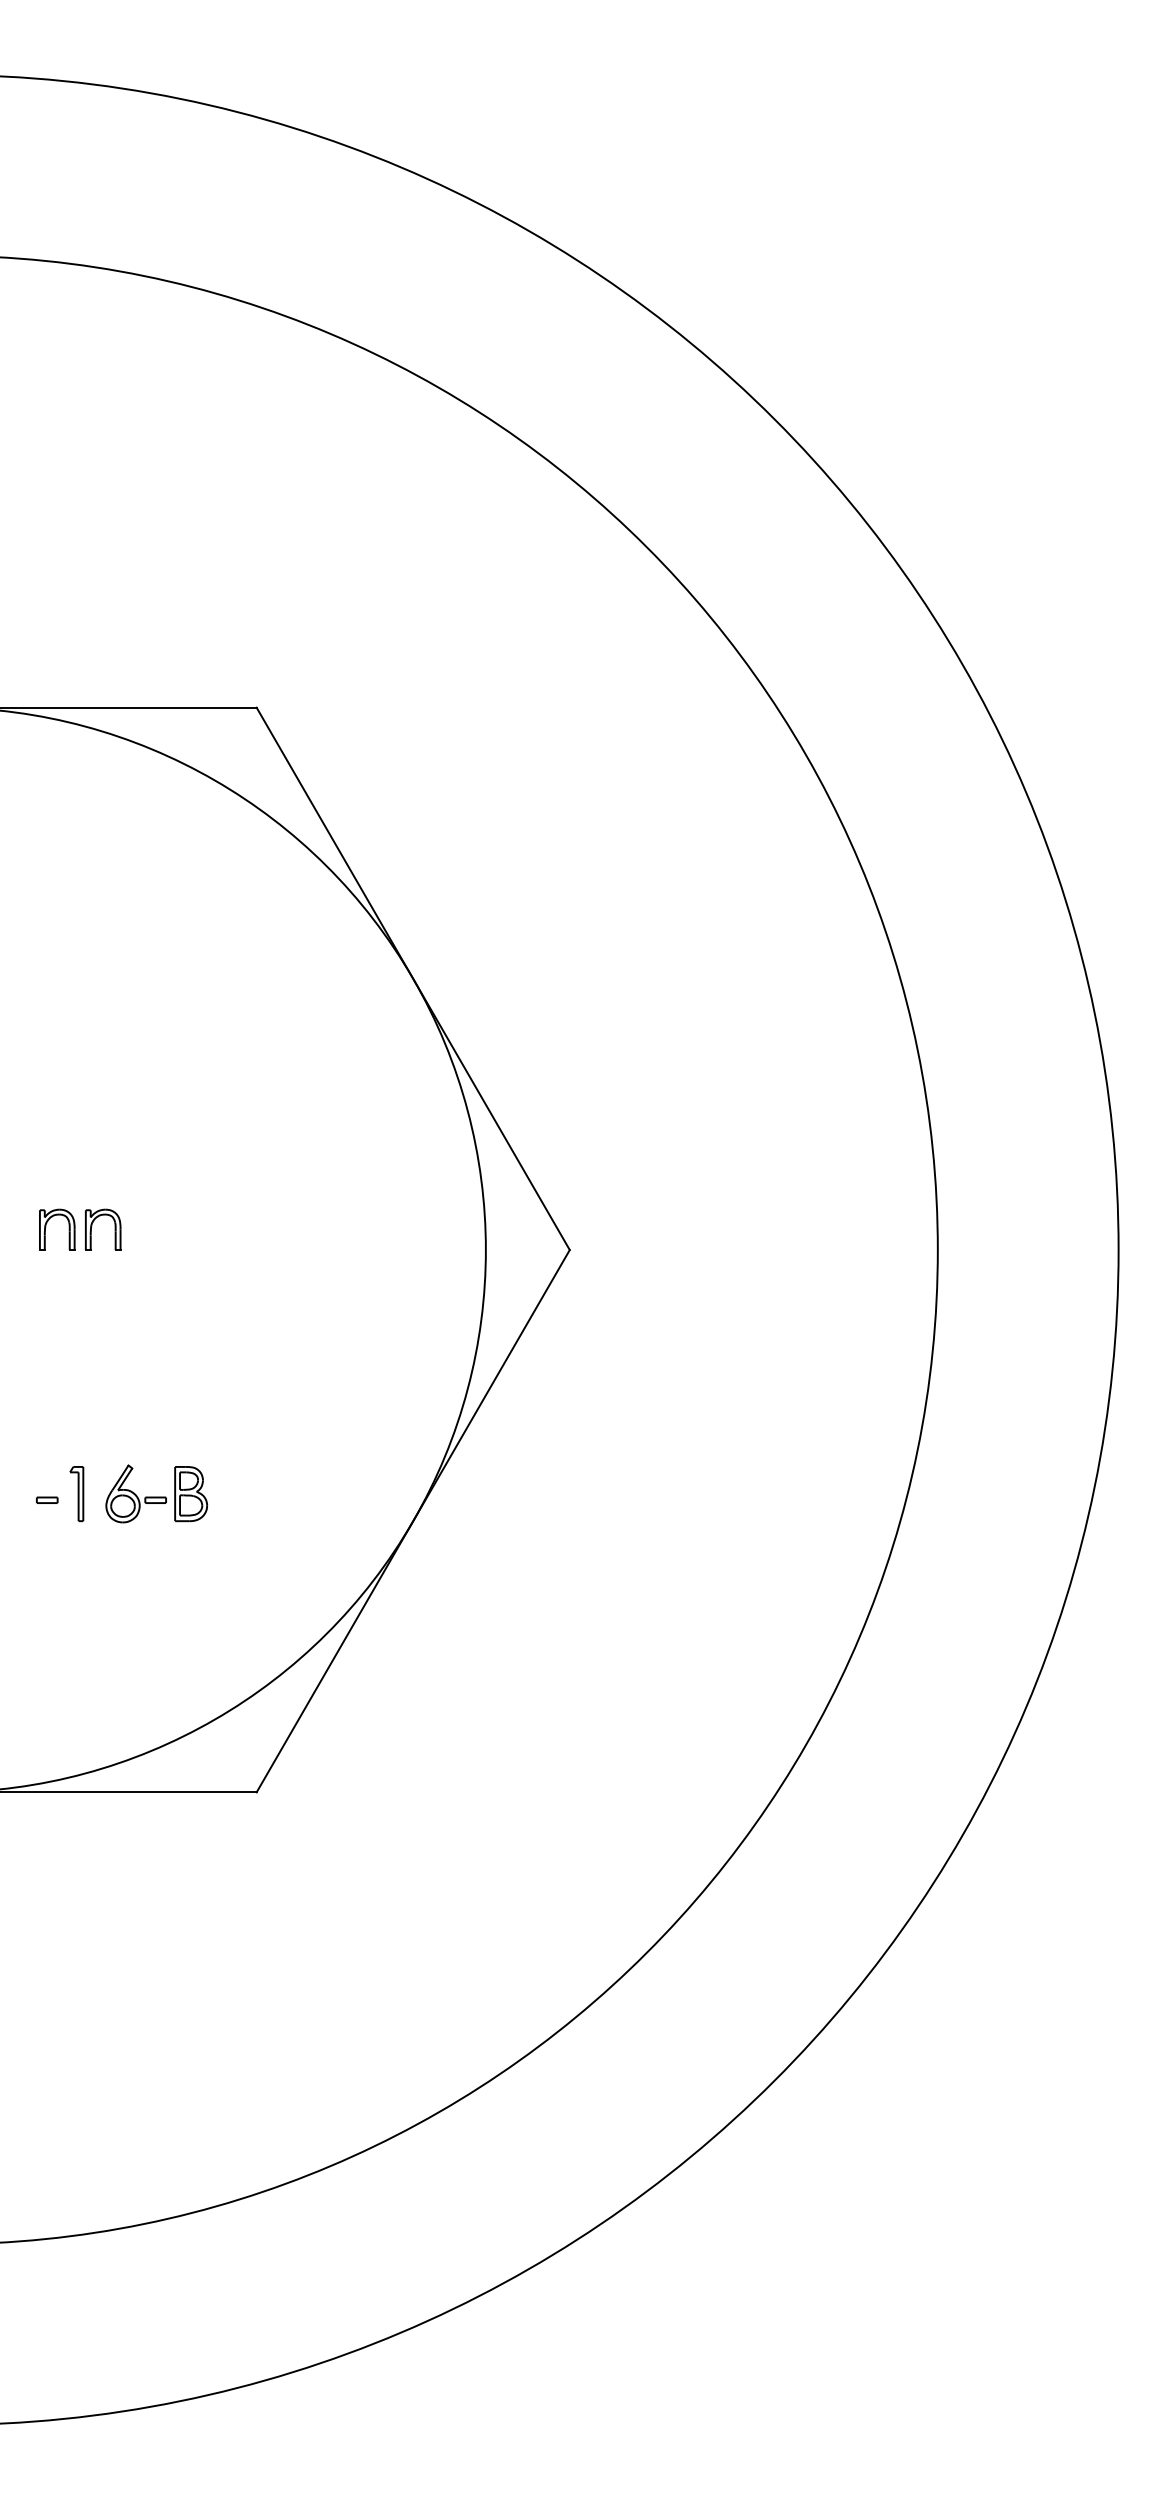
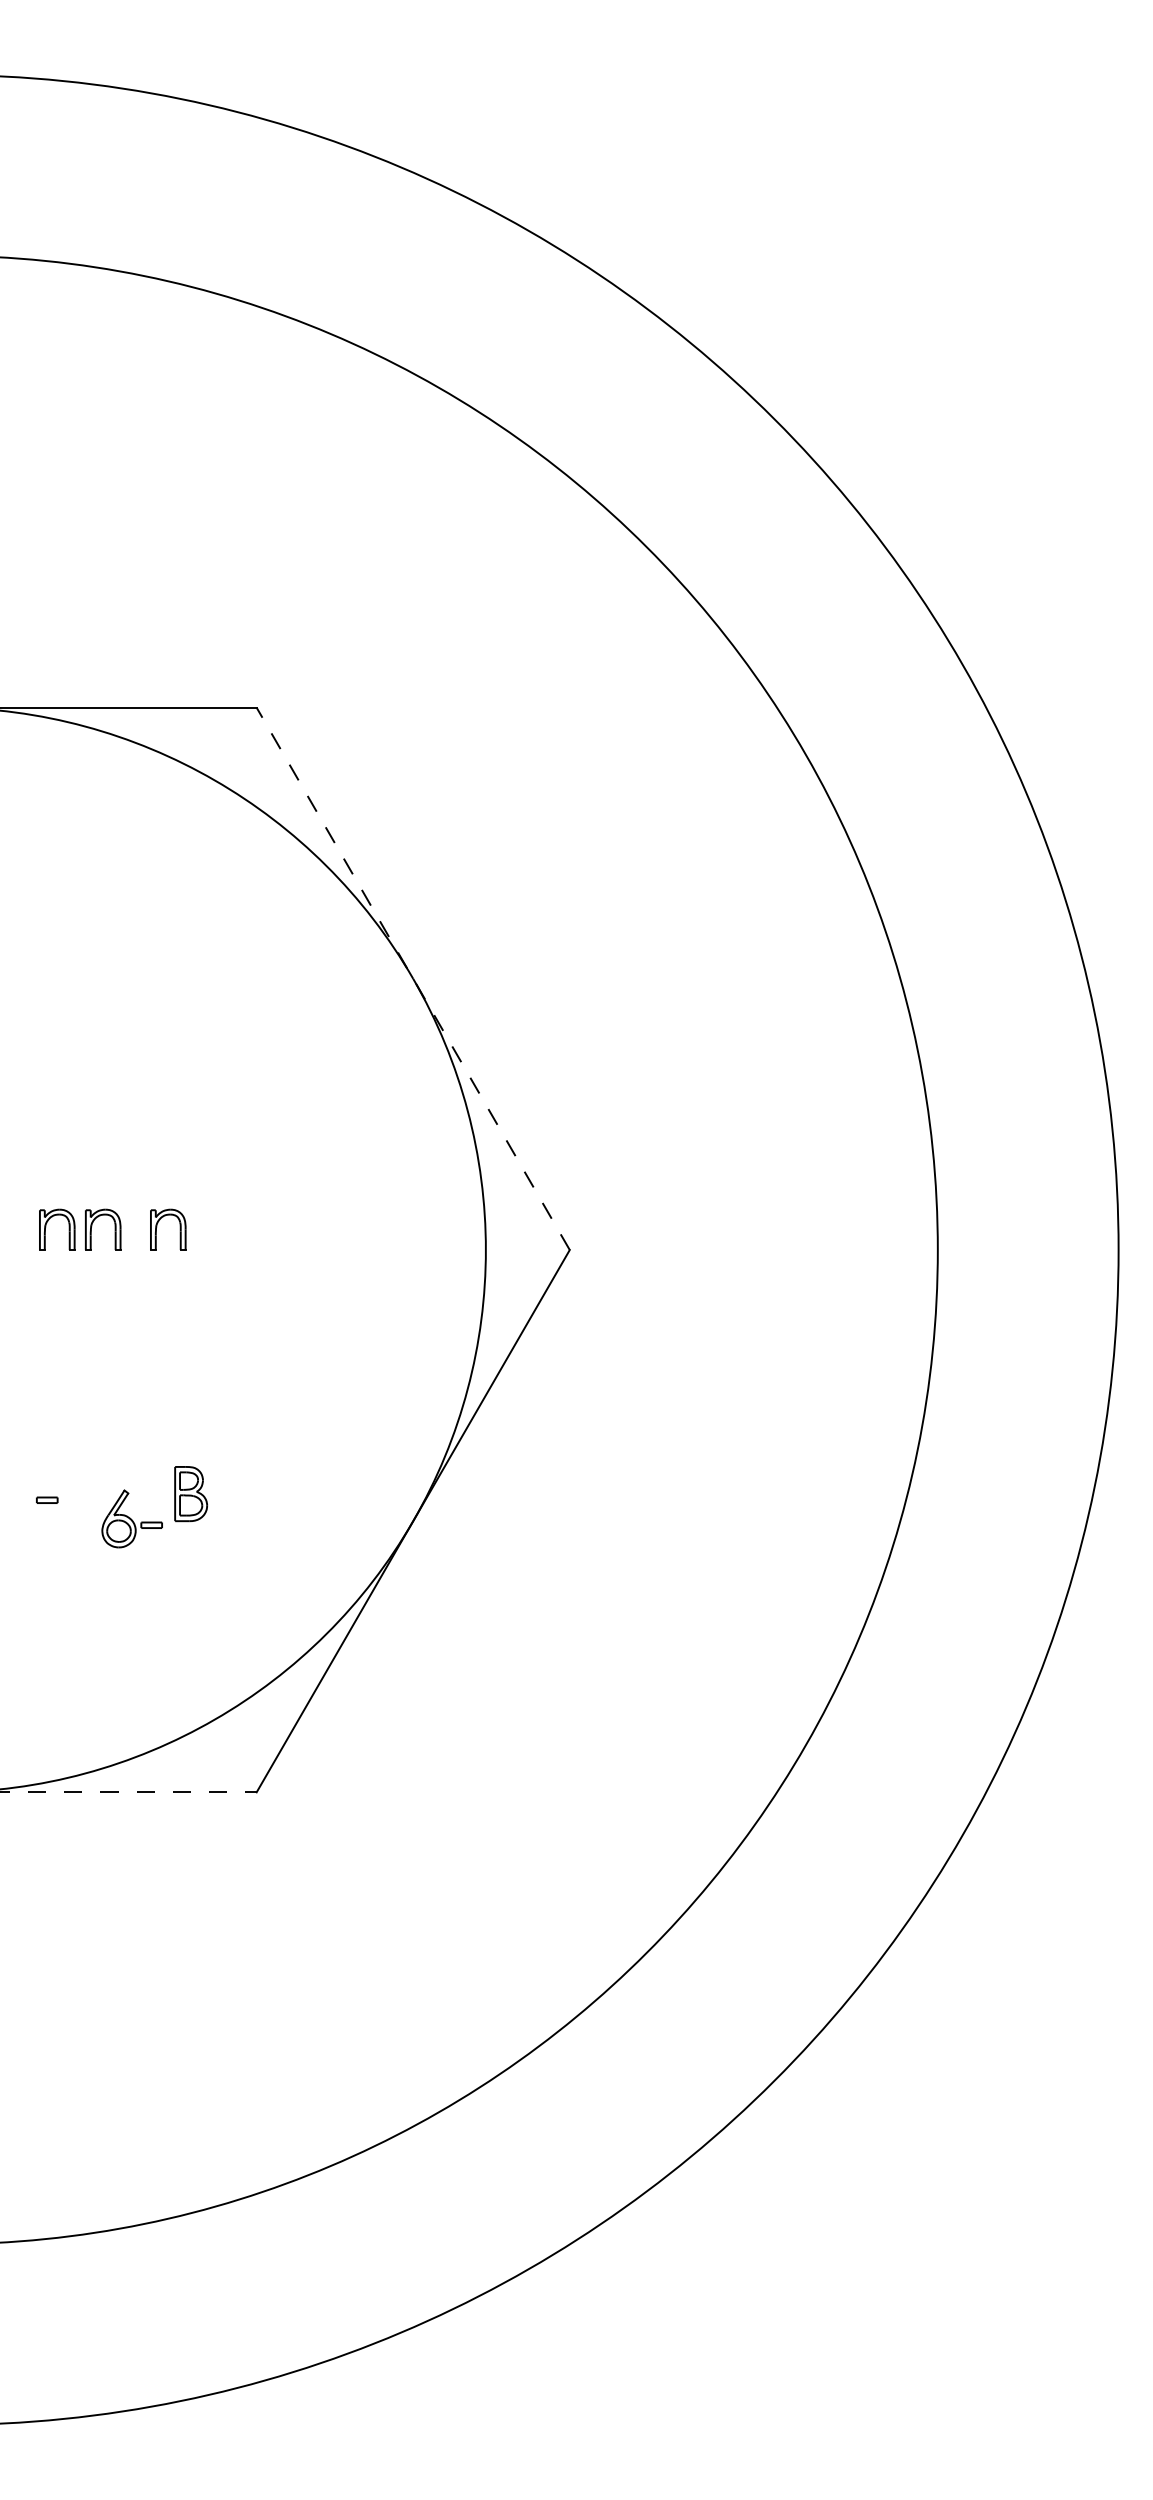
line at (412, 978): solid -> dashed
part at (179, 1229): none -> present
part at (135, 1493) position: (135, 1493) -> (131, 1518)
part at (76, 1494): present -> none
line at (128, 1792): solid -> dashed
